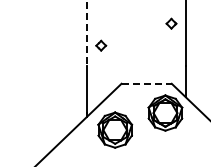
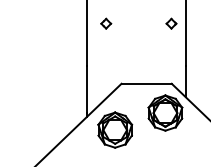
line at (87, 33): dashed -> solid
part at (101, 45) position: (101, 45) -> (106, 23)
line at (147, 83): dashed -> solid
